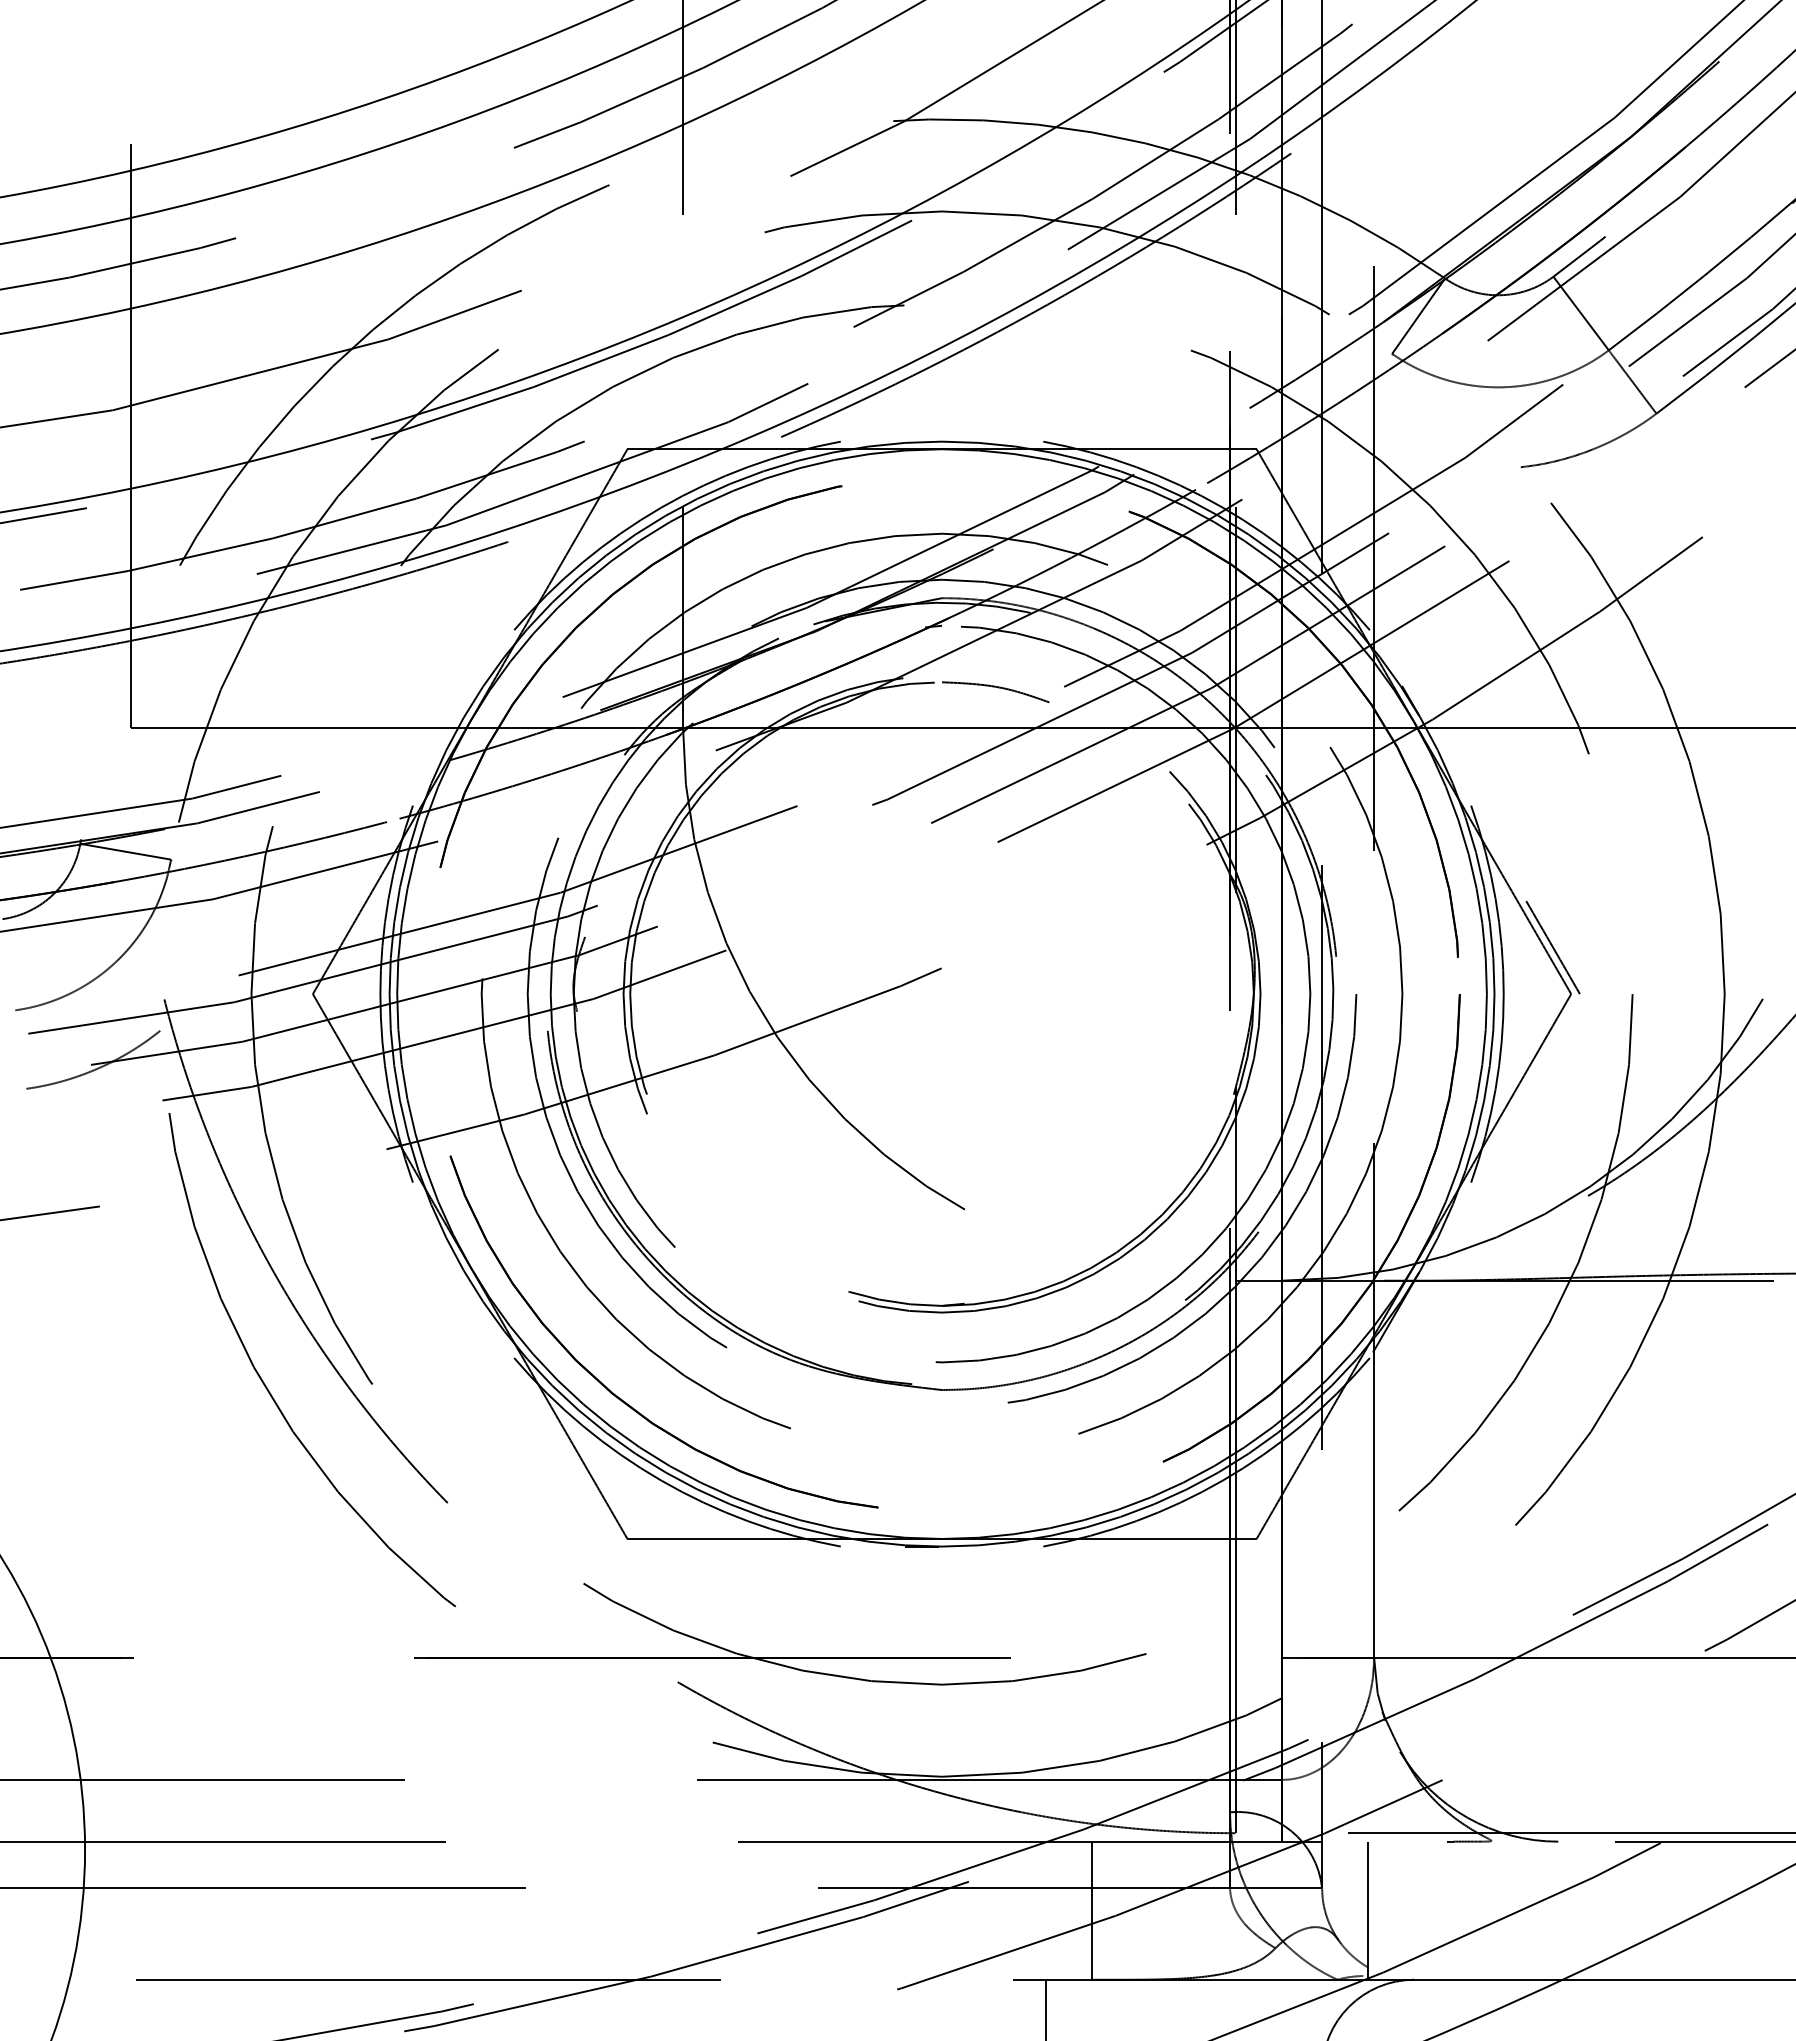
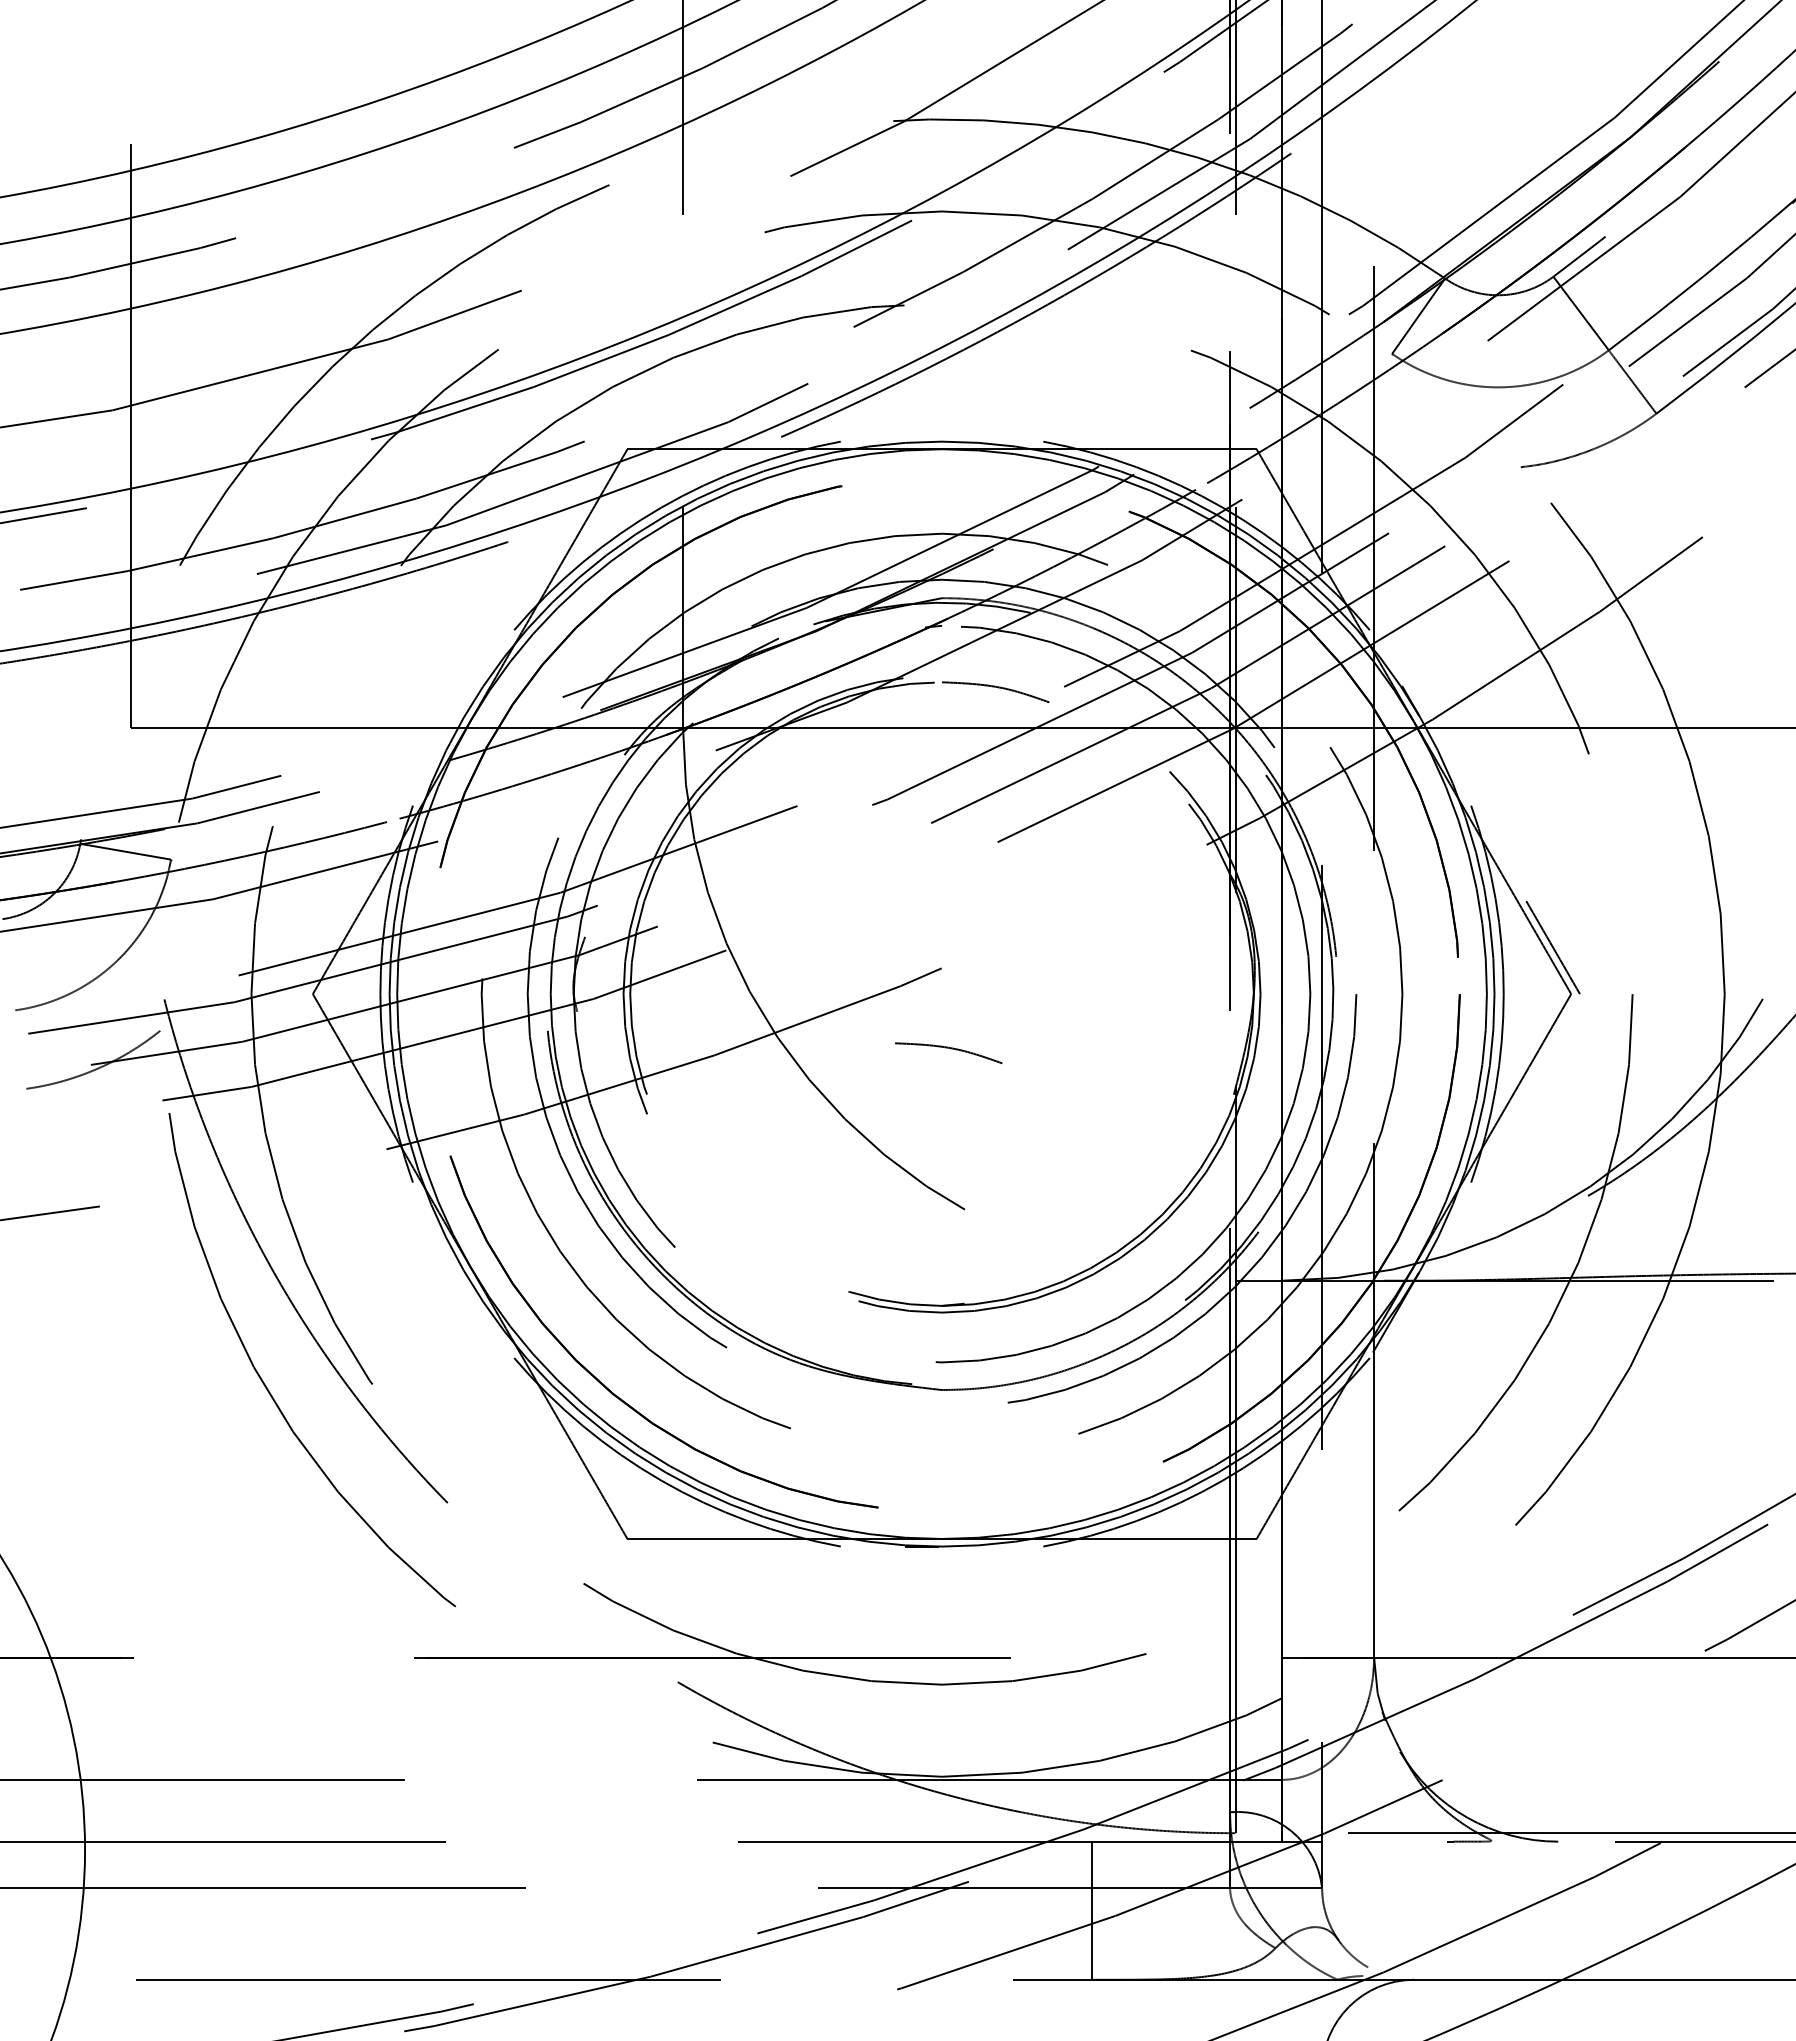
curve at (948, 1048): none -> present
line at (1368, 1910): present -> none
line at (1045, 2008): present -> none
